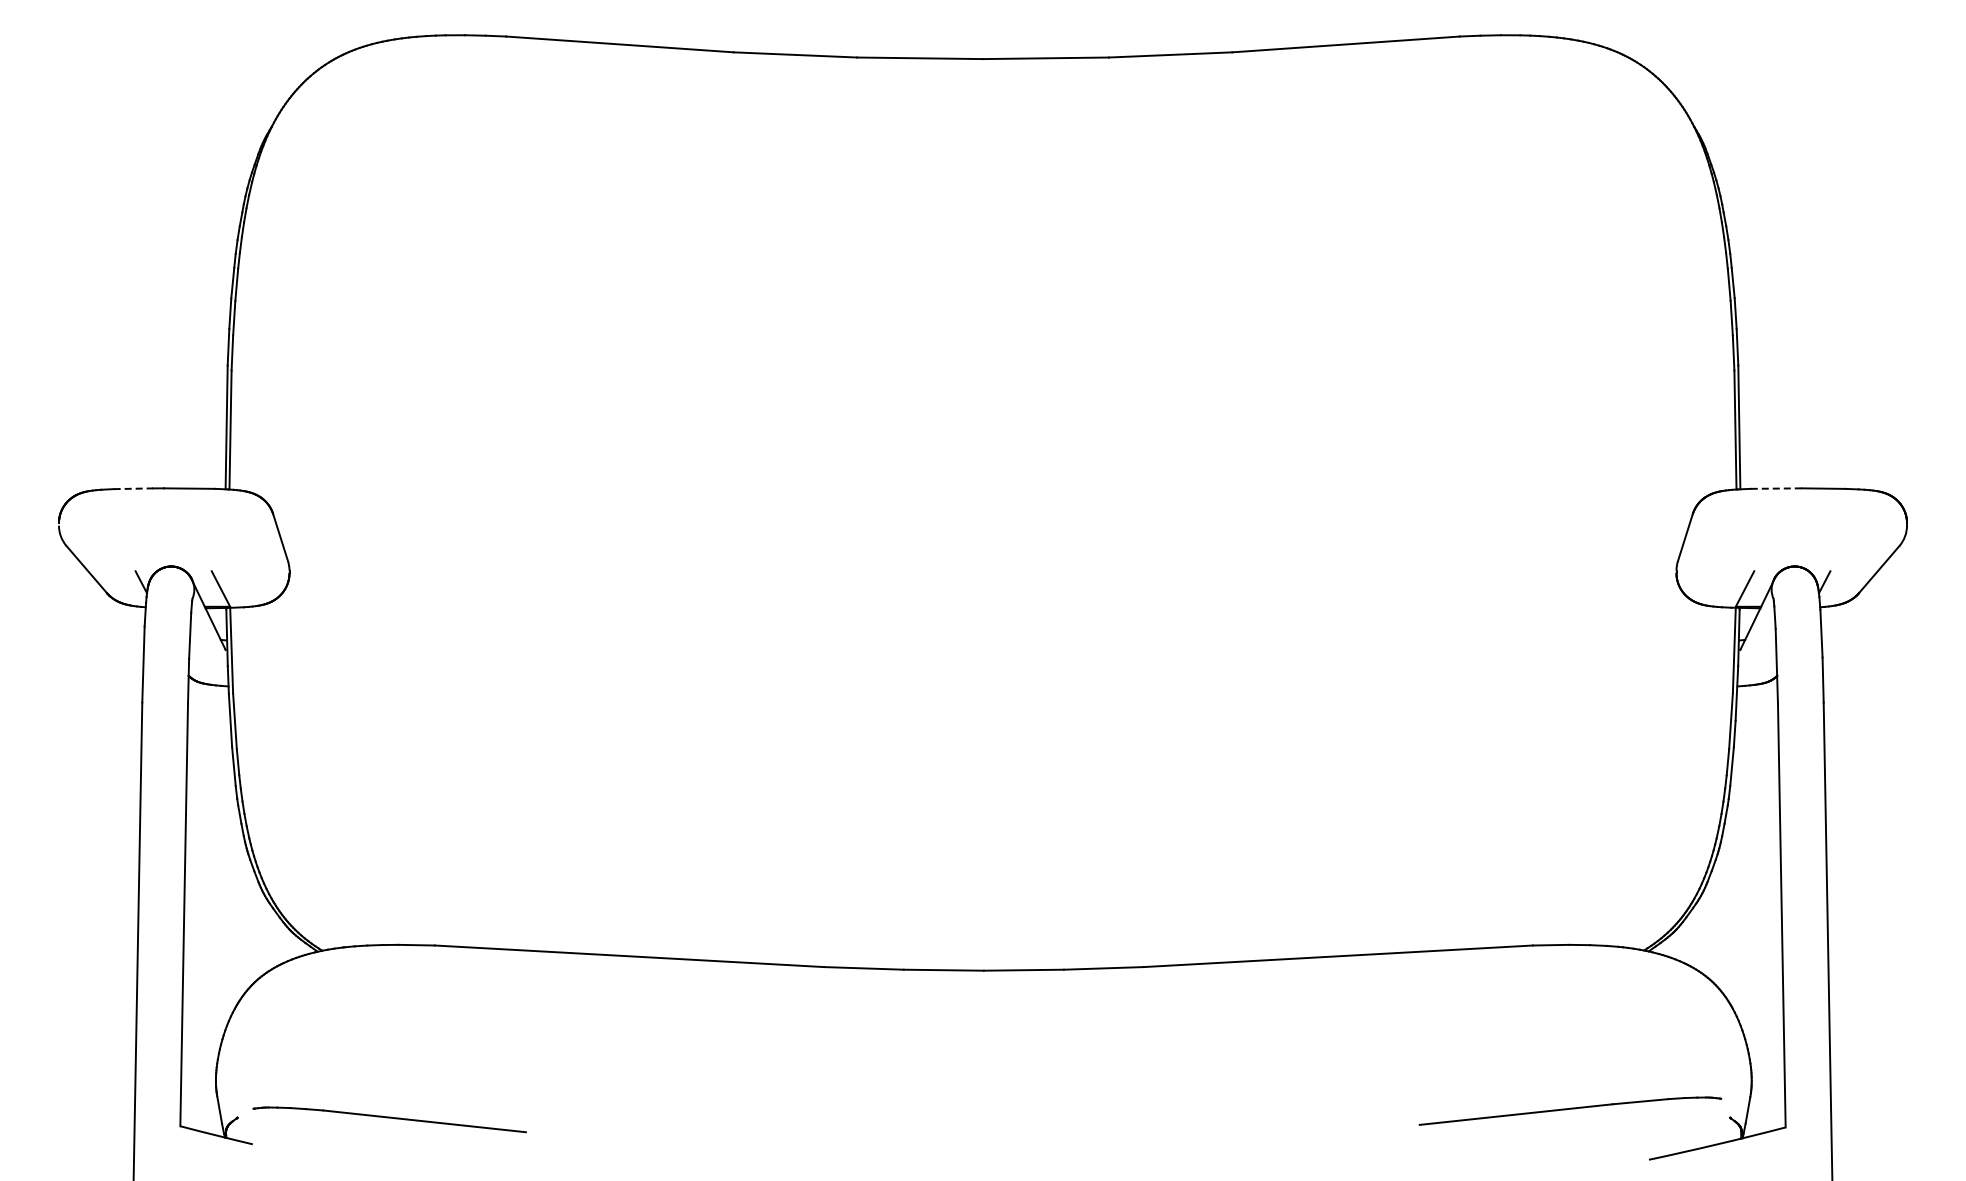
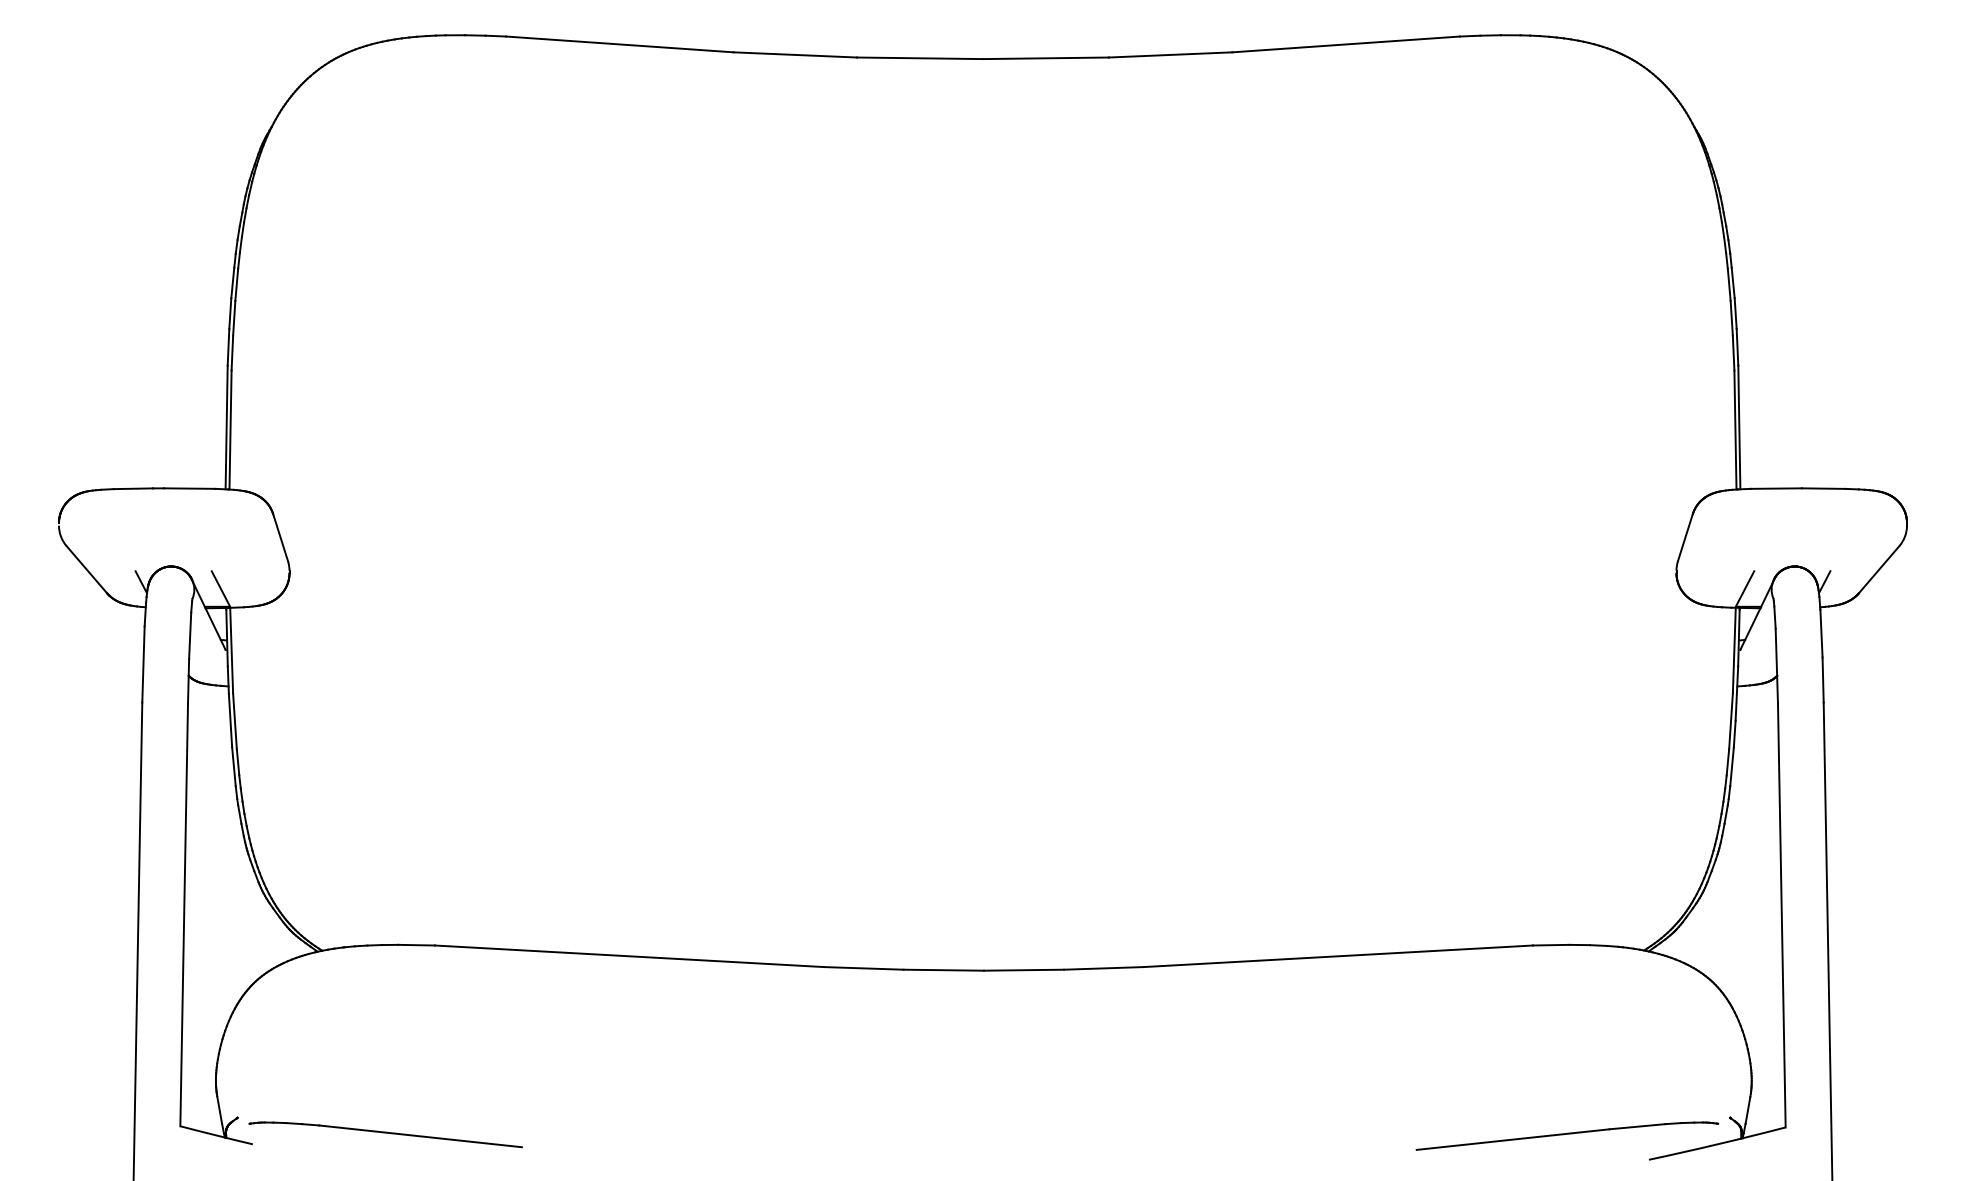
line at (133, 488): dashed -> solid
line at (1776, 488): dashed -> solid
part at (1570, 1110) position: (1570, 1110) -> (1567, 1135)
part at (389, 1119) position: (389, 1119) -> (385, 1134)
